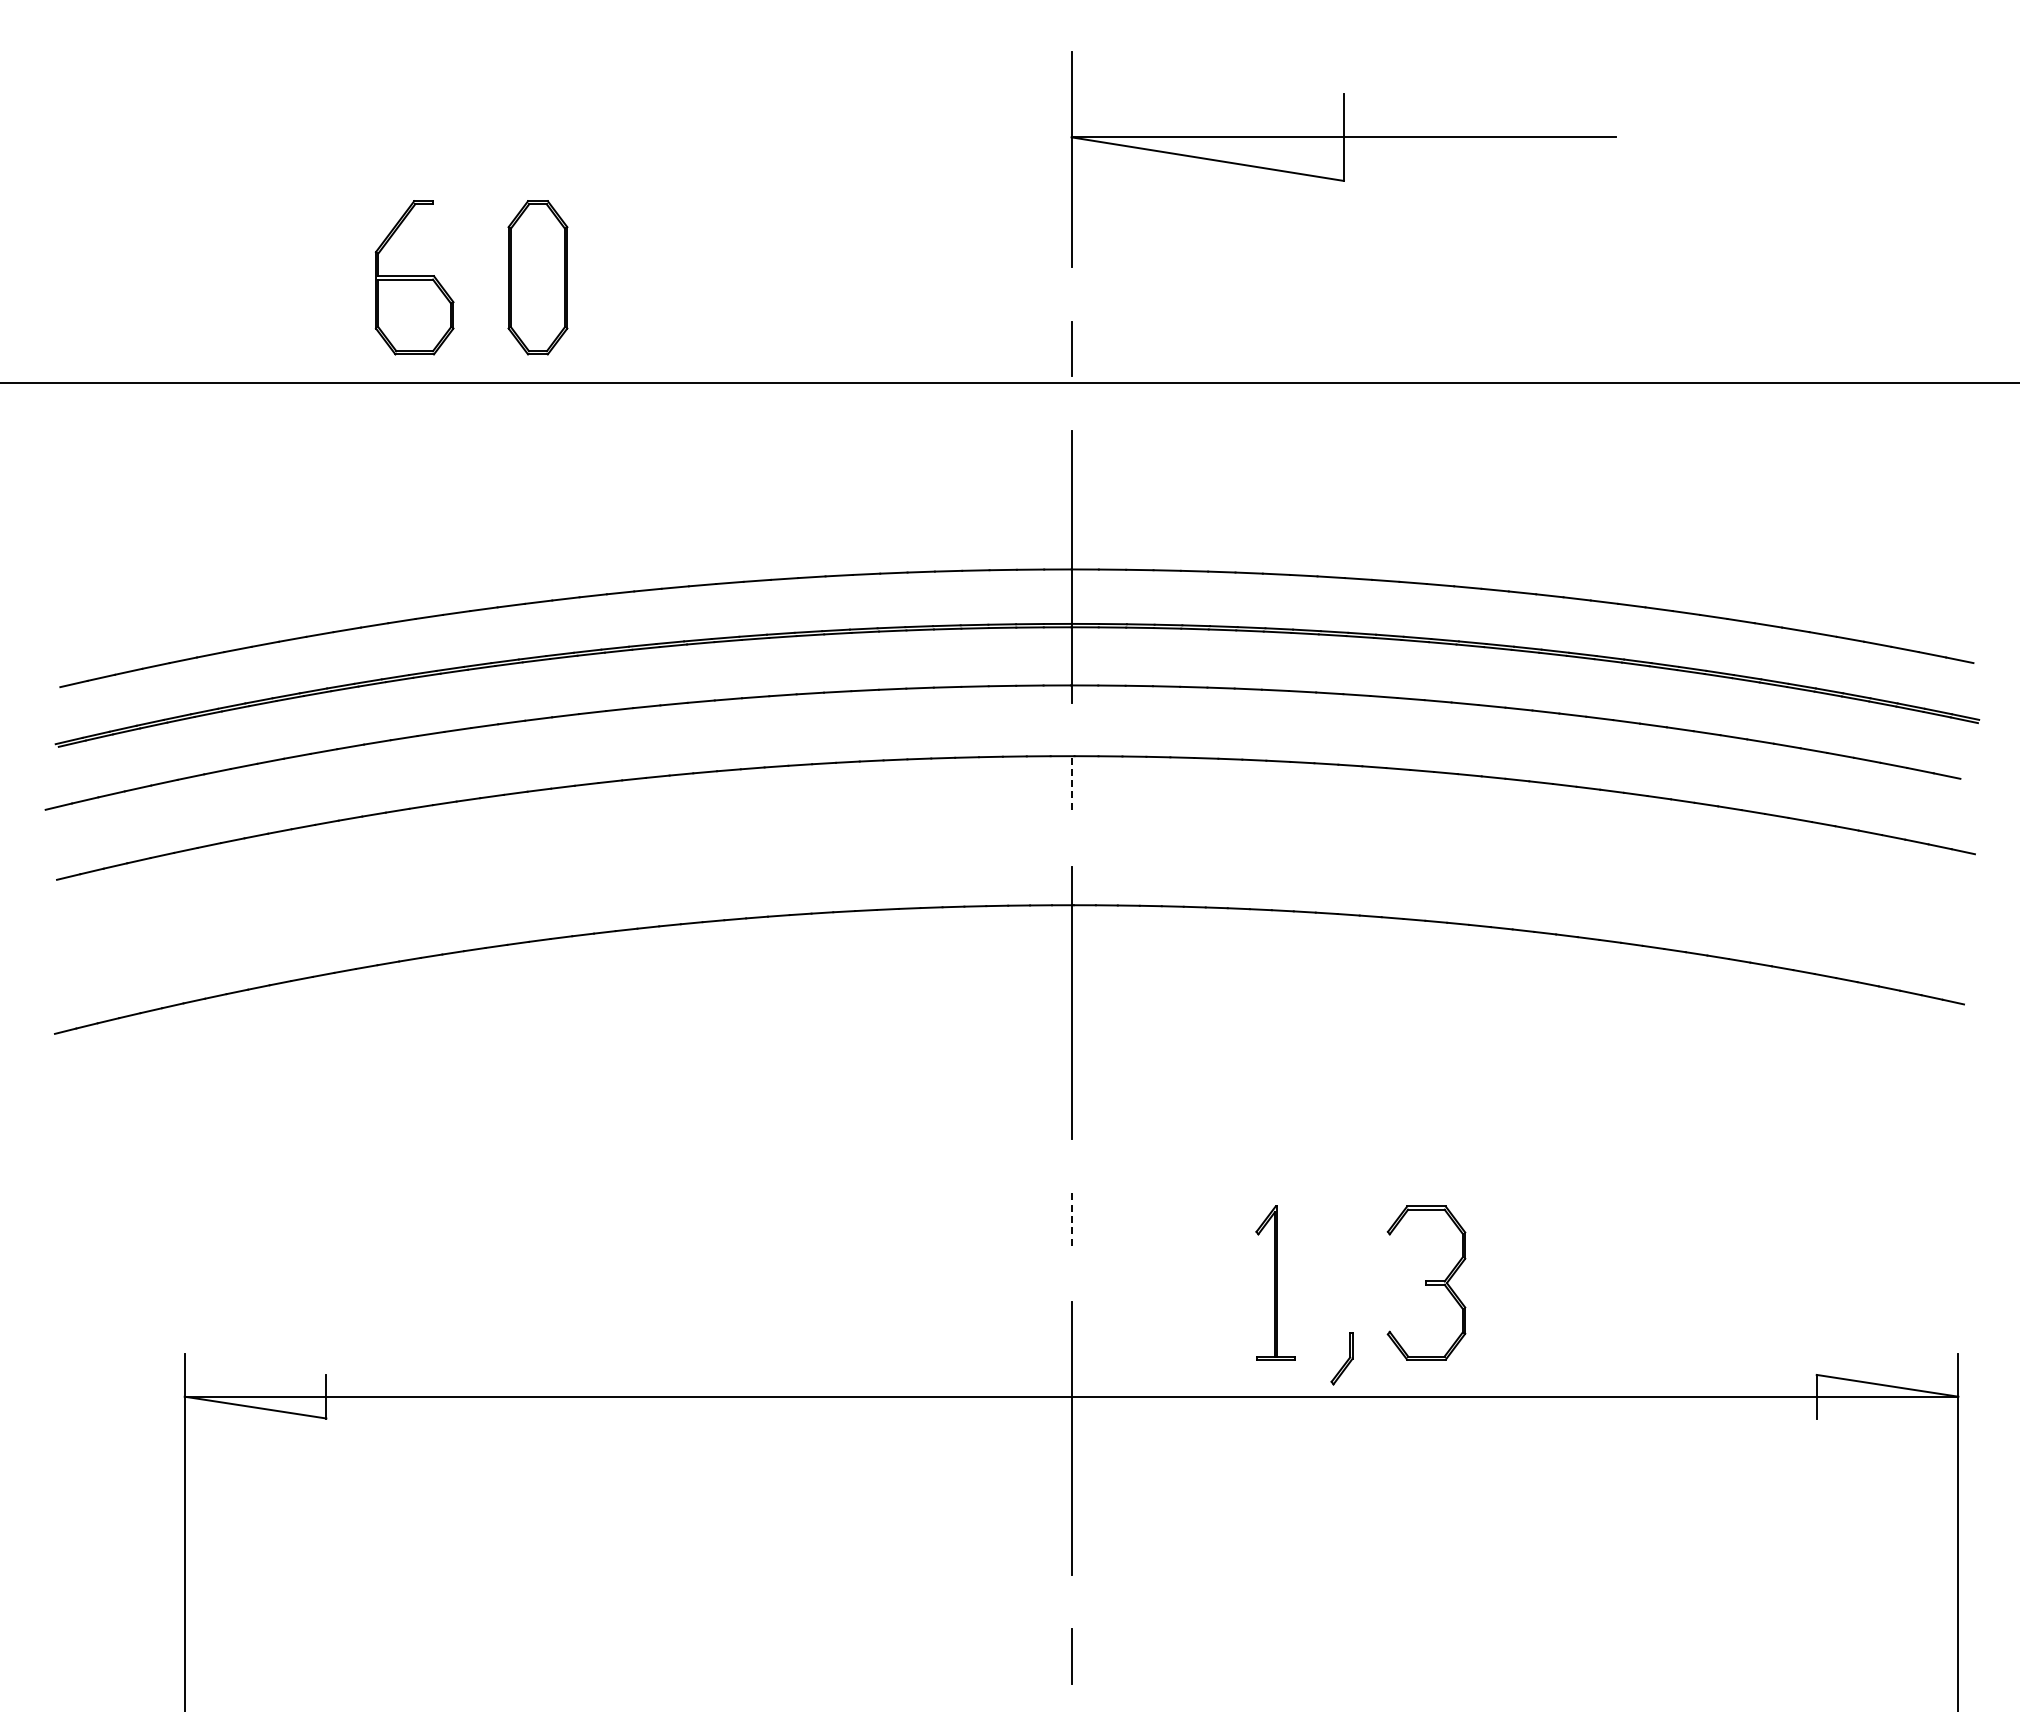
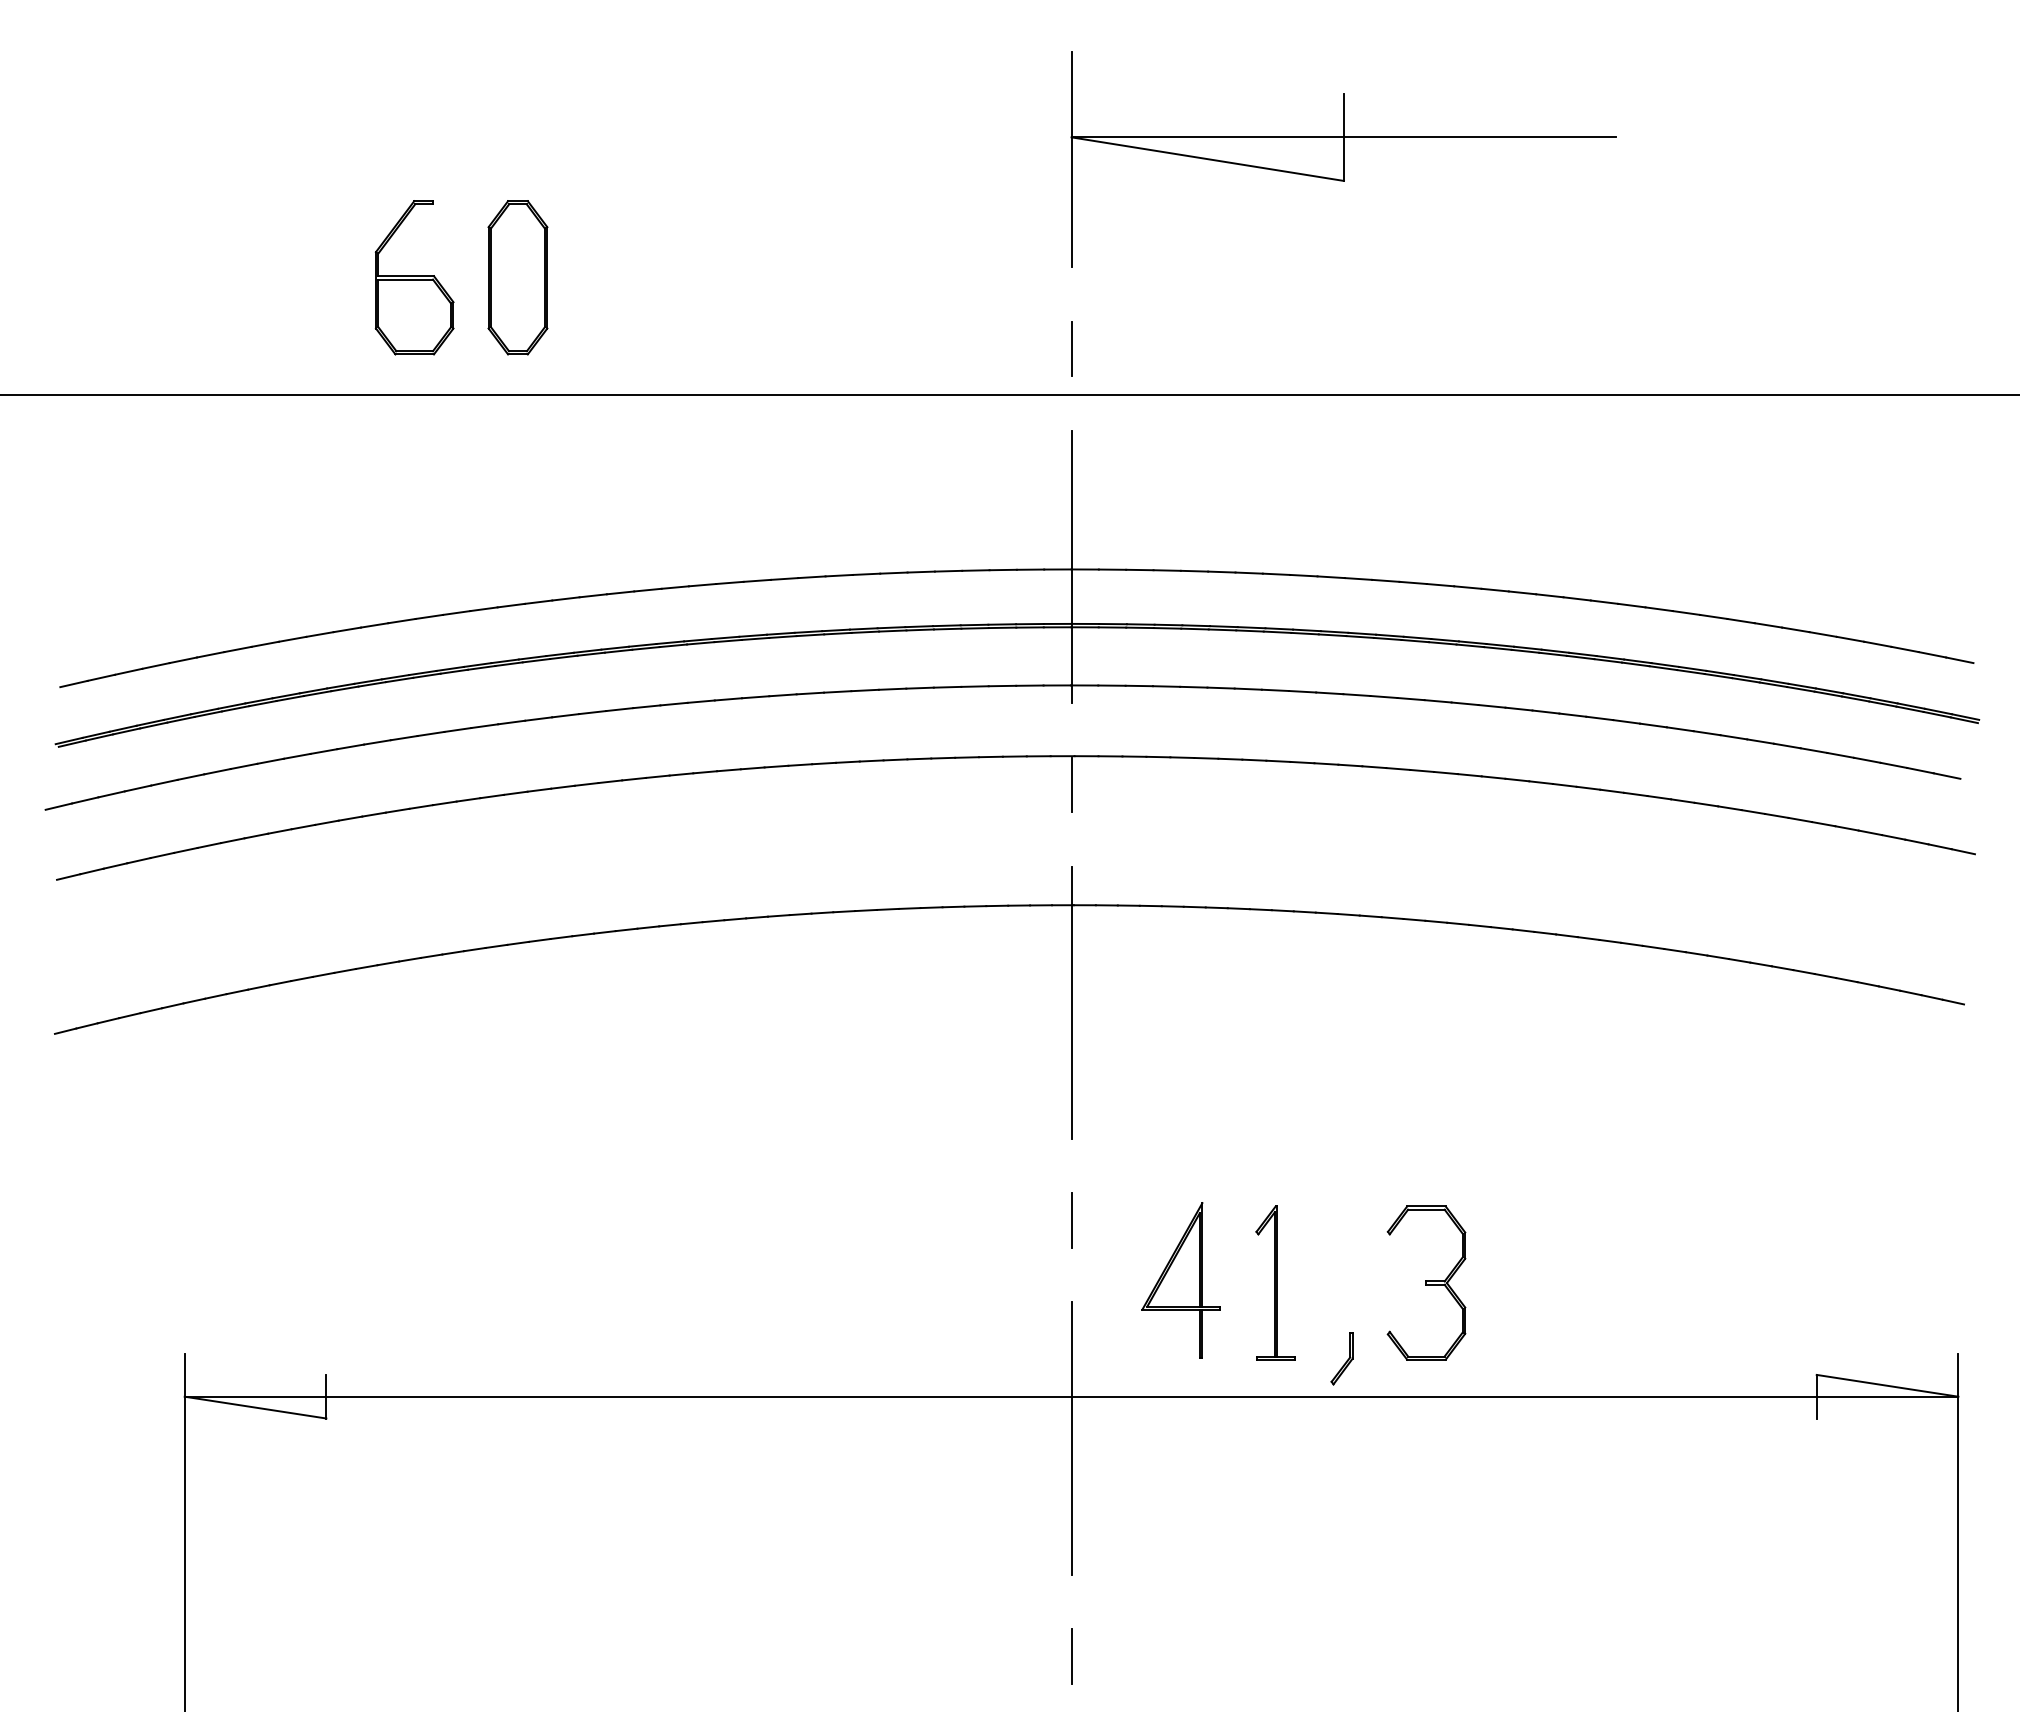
part at (537, 277) position: (537, 277) -> (517, 277)
line at (1009, 382) position: (1009, 382) -> (1009, 394)
line at (1071, 785): dashed -> solid
line at (1071, 1221): dashed -> solid
part at (1180, 1280): none -> present
